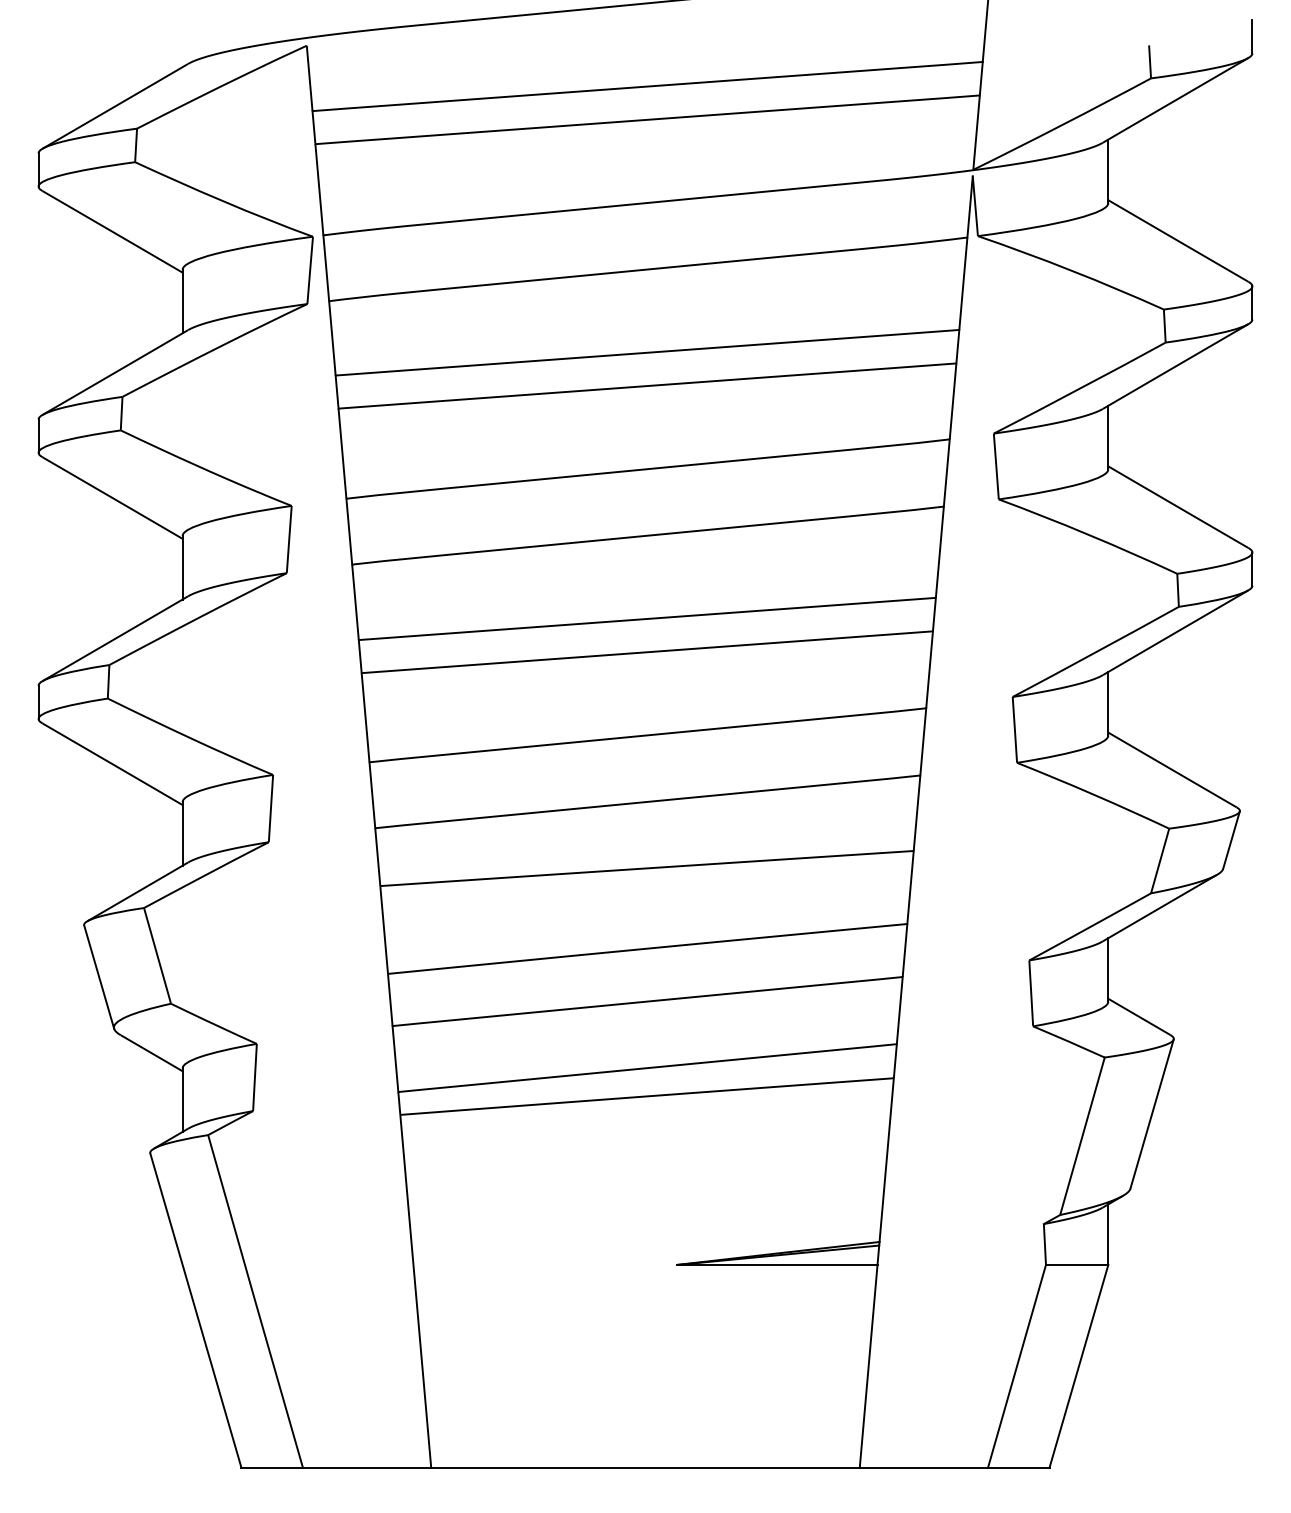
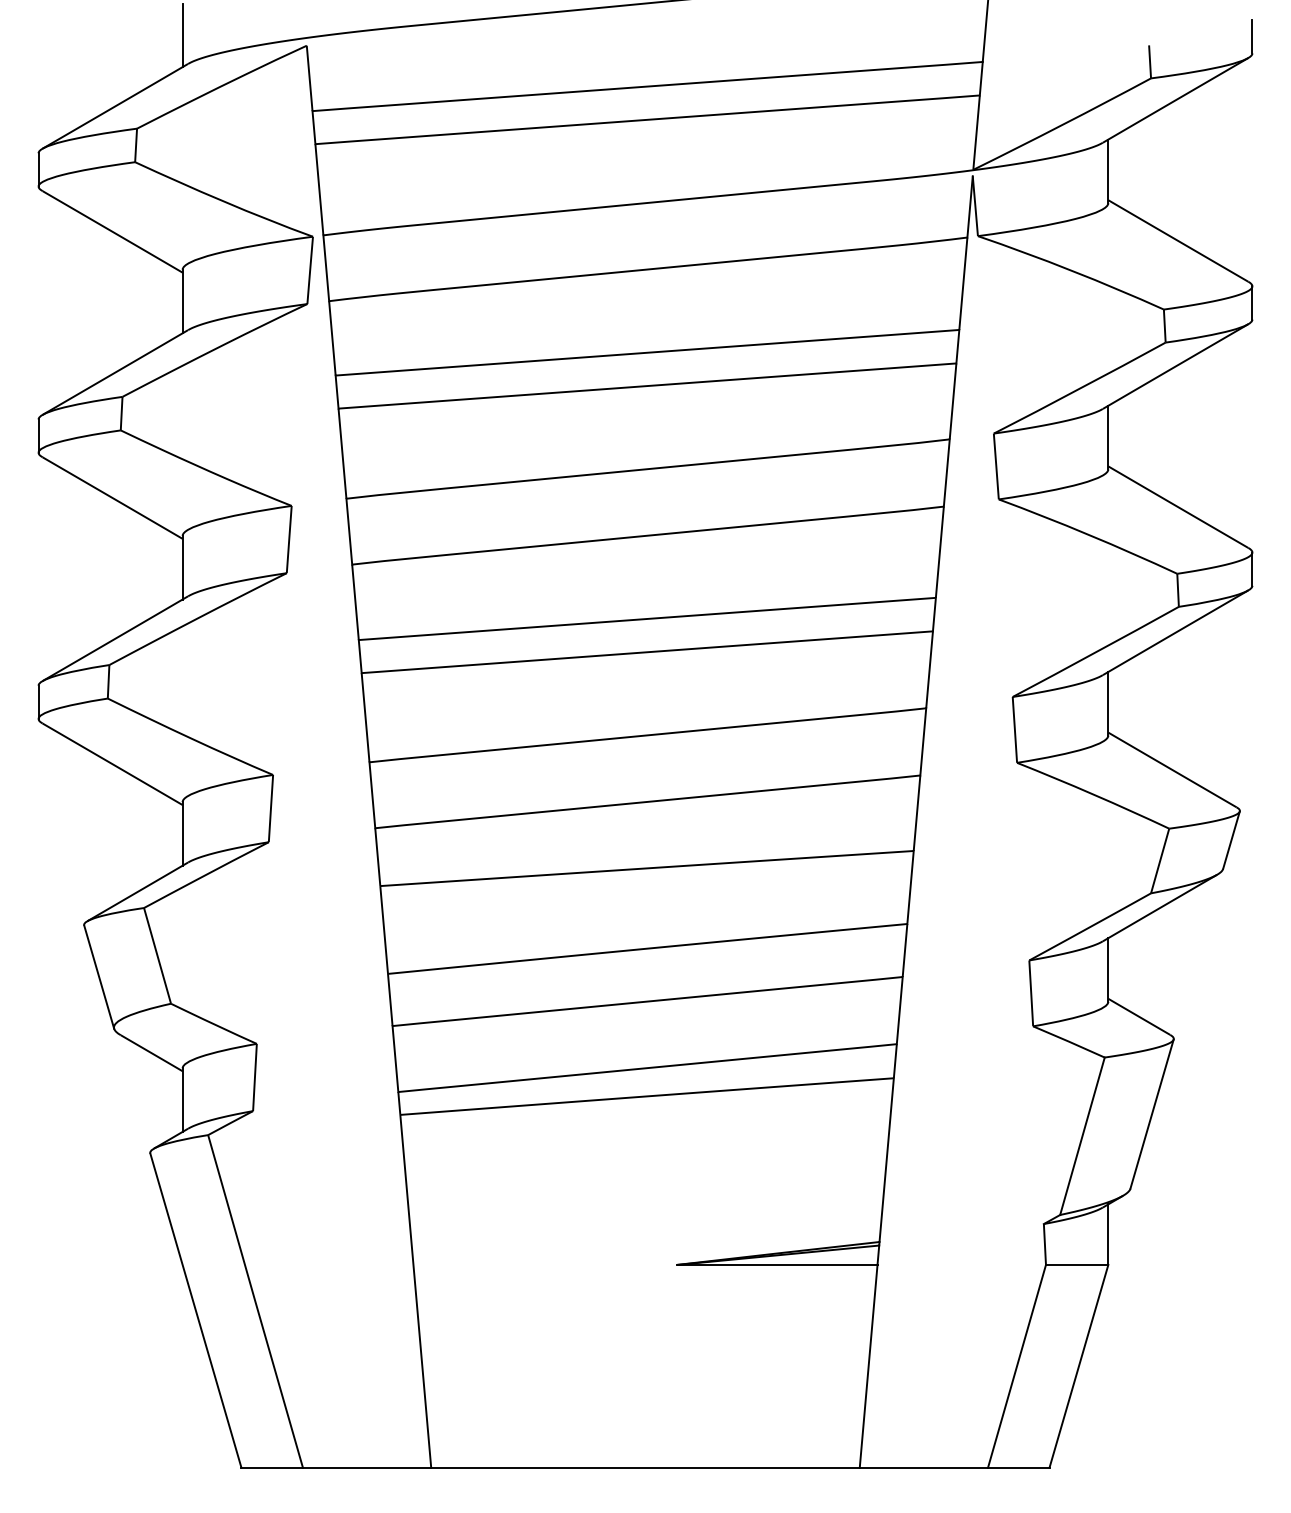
line at (182, 35): none -> present
